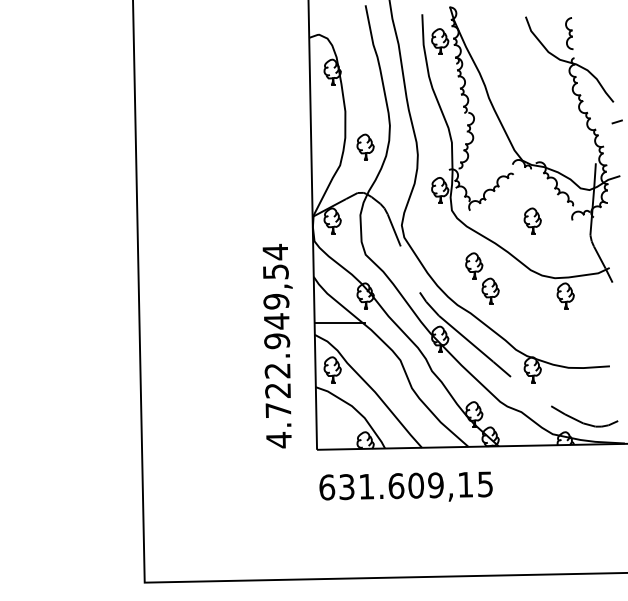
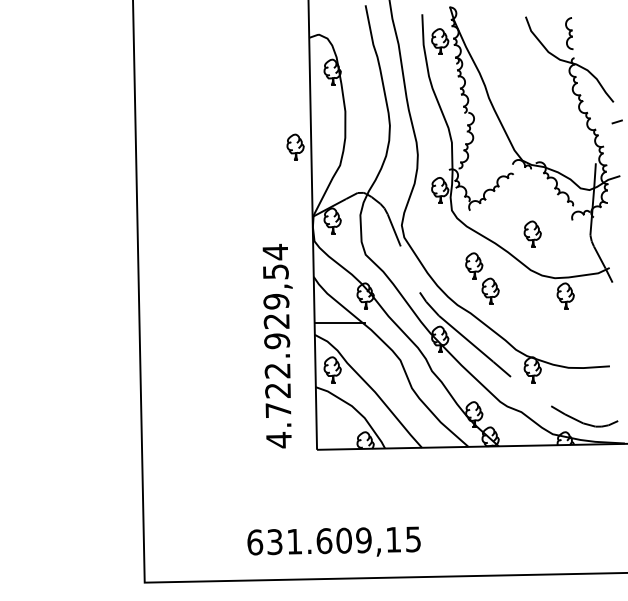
part at (365, 146) position: (365, 146) -> (295, 146)
part at (532, 220) position: (532, 220) -> (532, 233)
text at (276, 321): 4.722.949,54 -> 4.722.929,54
text at (405, 486) position: (405, 486) -> (333, 541)
